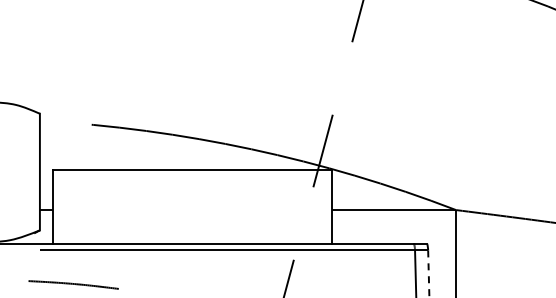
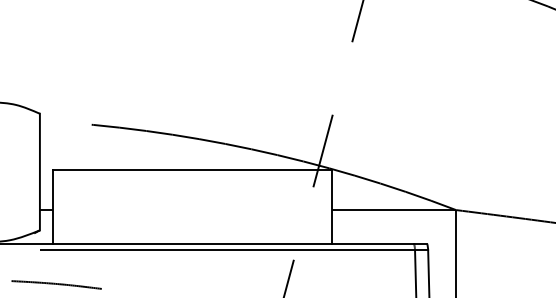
line at (428, 274): dashed -> solid
curve at (73, 284) position: (73, 284) -> (56, 284)
